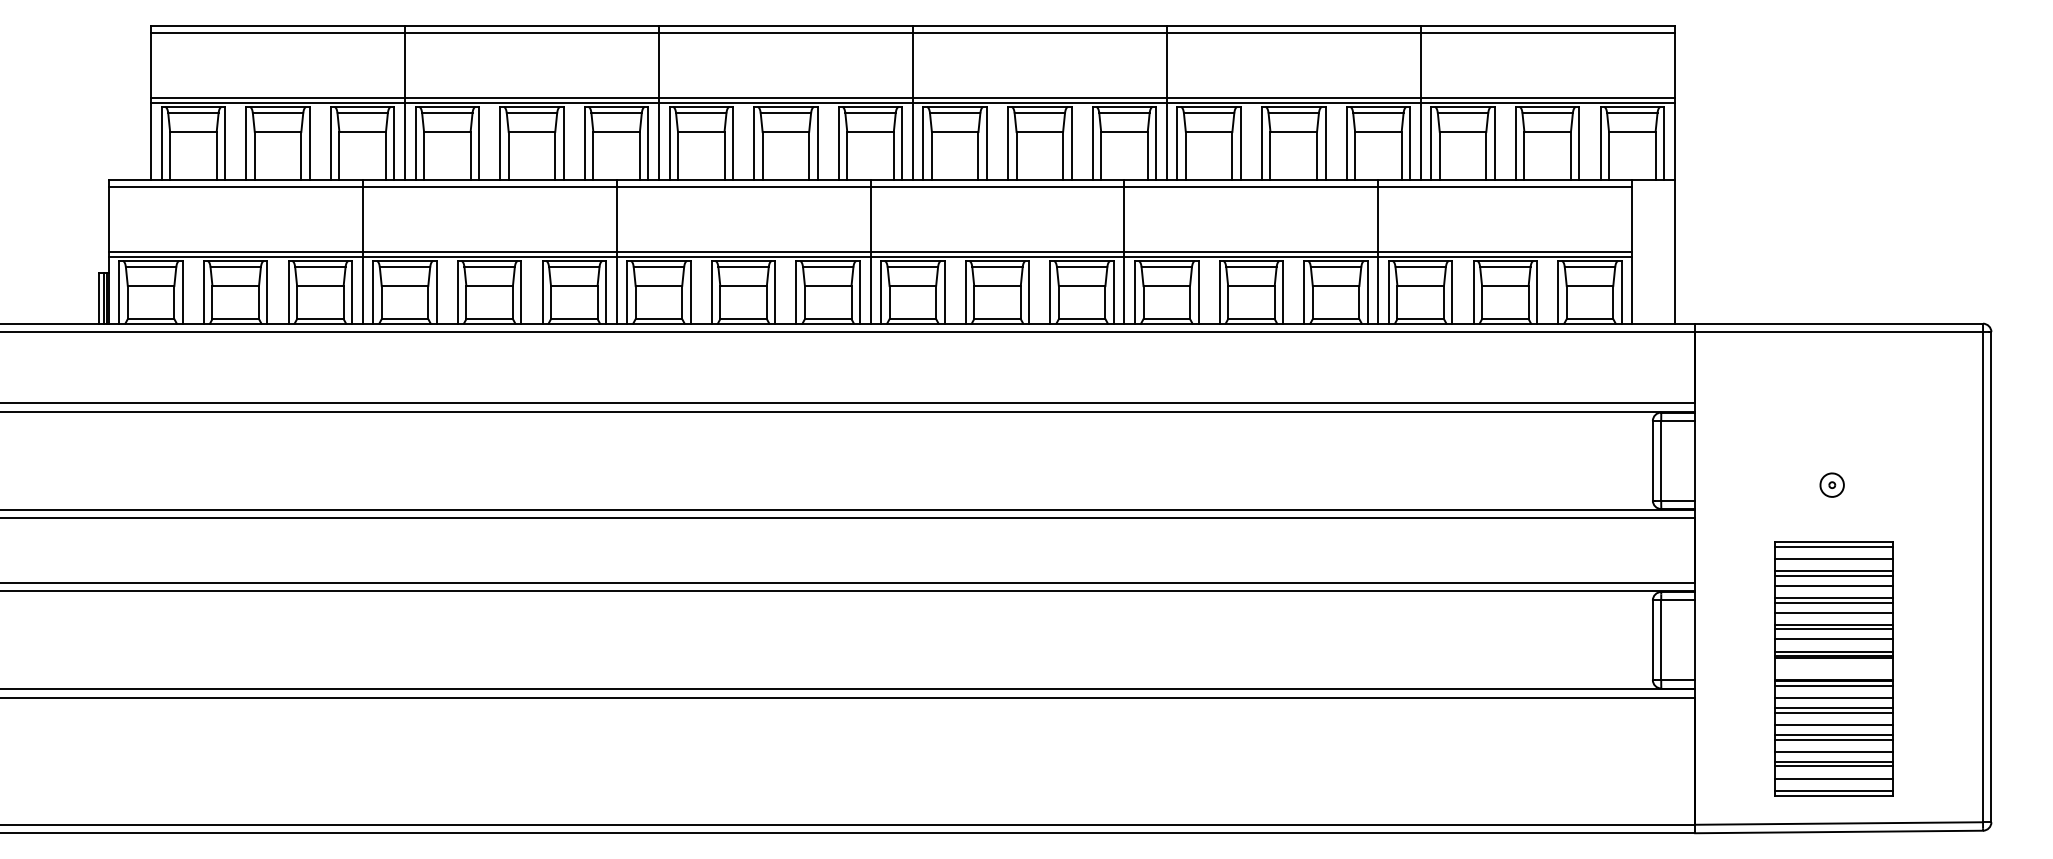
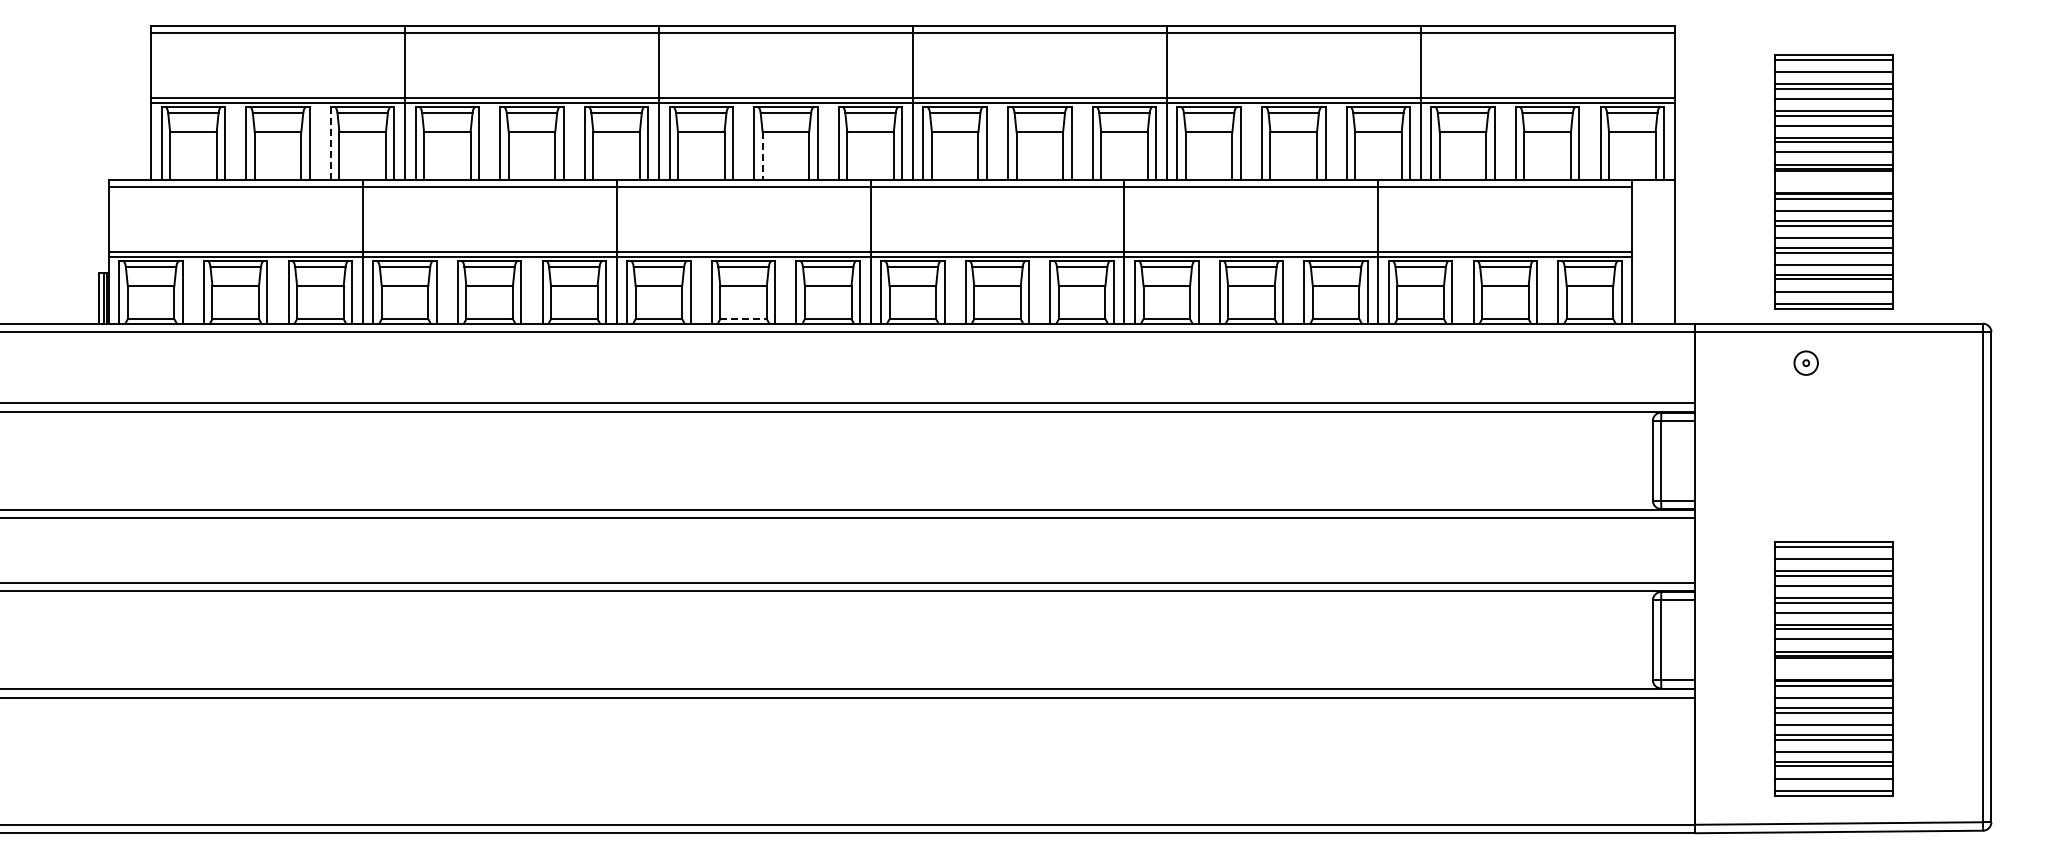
line at (330, 142): solid -> dashed
line at (762, 155): solid -> dashed
part at (1833, 181): none -> present
line at (744, 319): solid -> dashed
part at (1831, 484) position: (1831, 484) -> (1805, 362)
